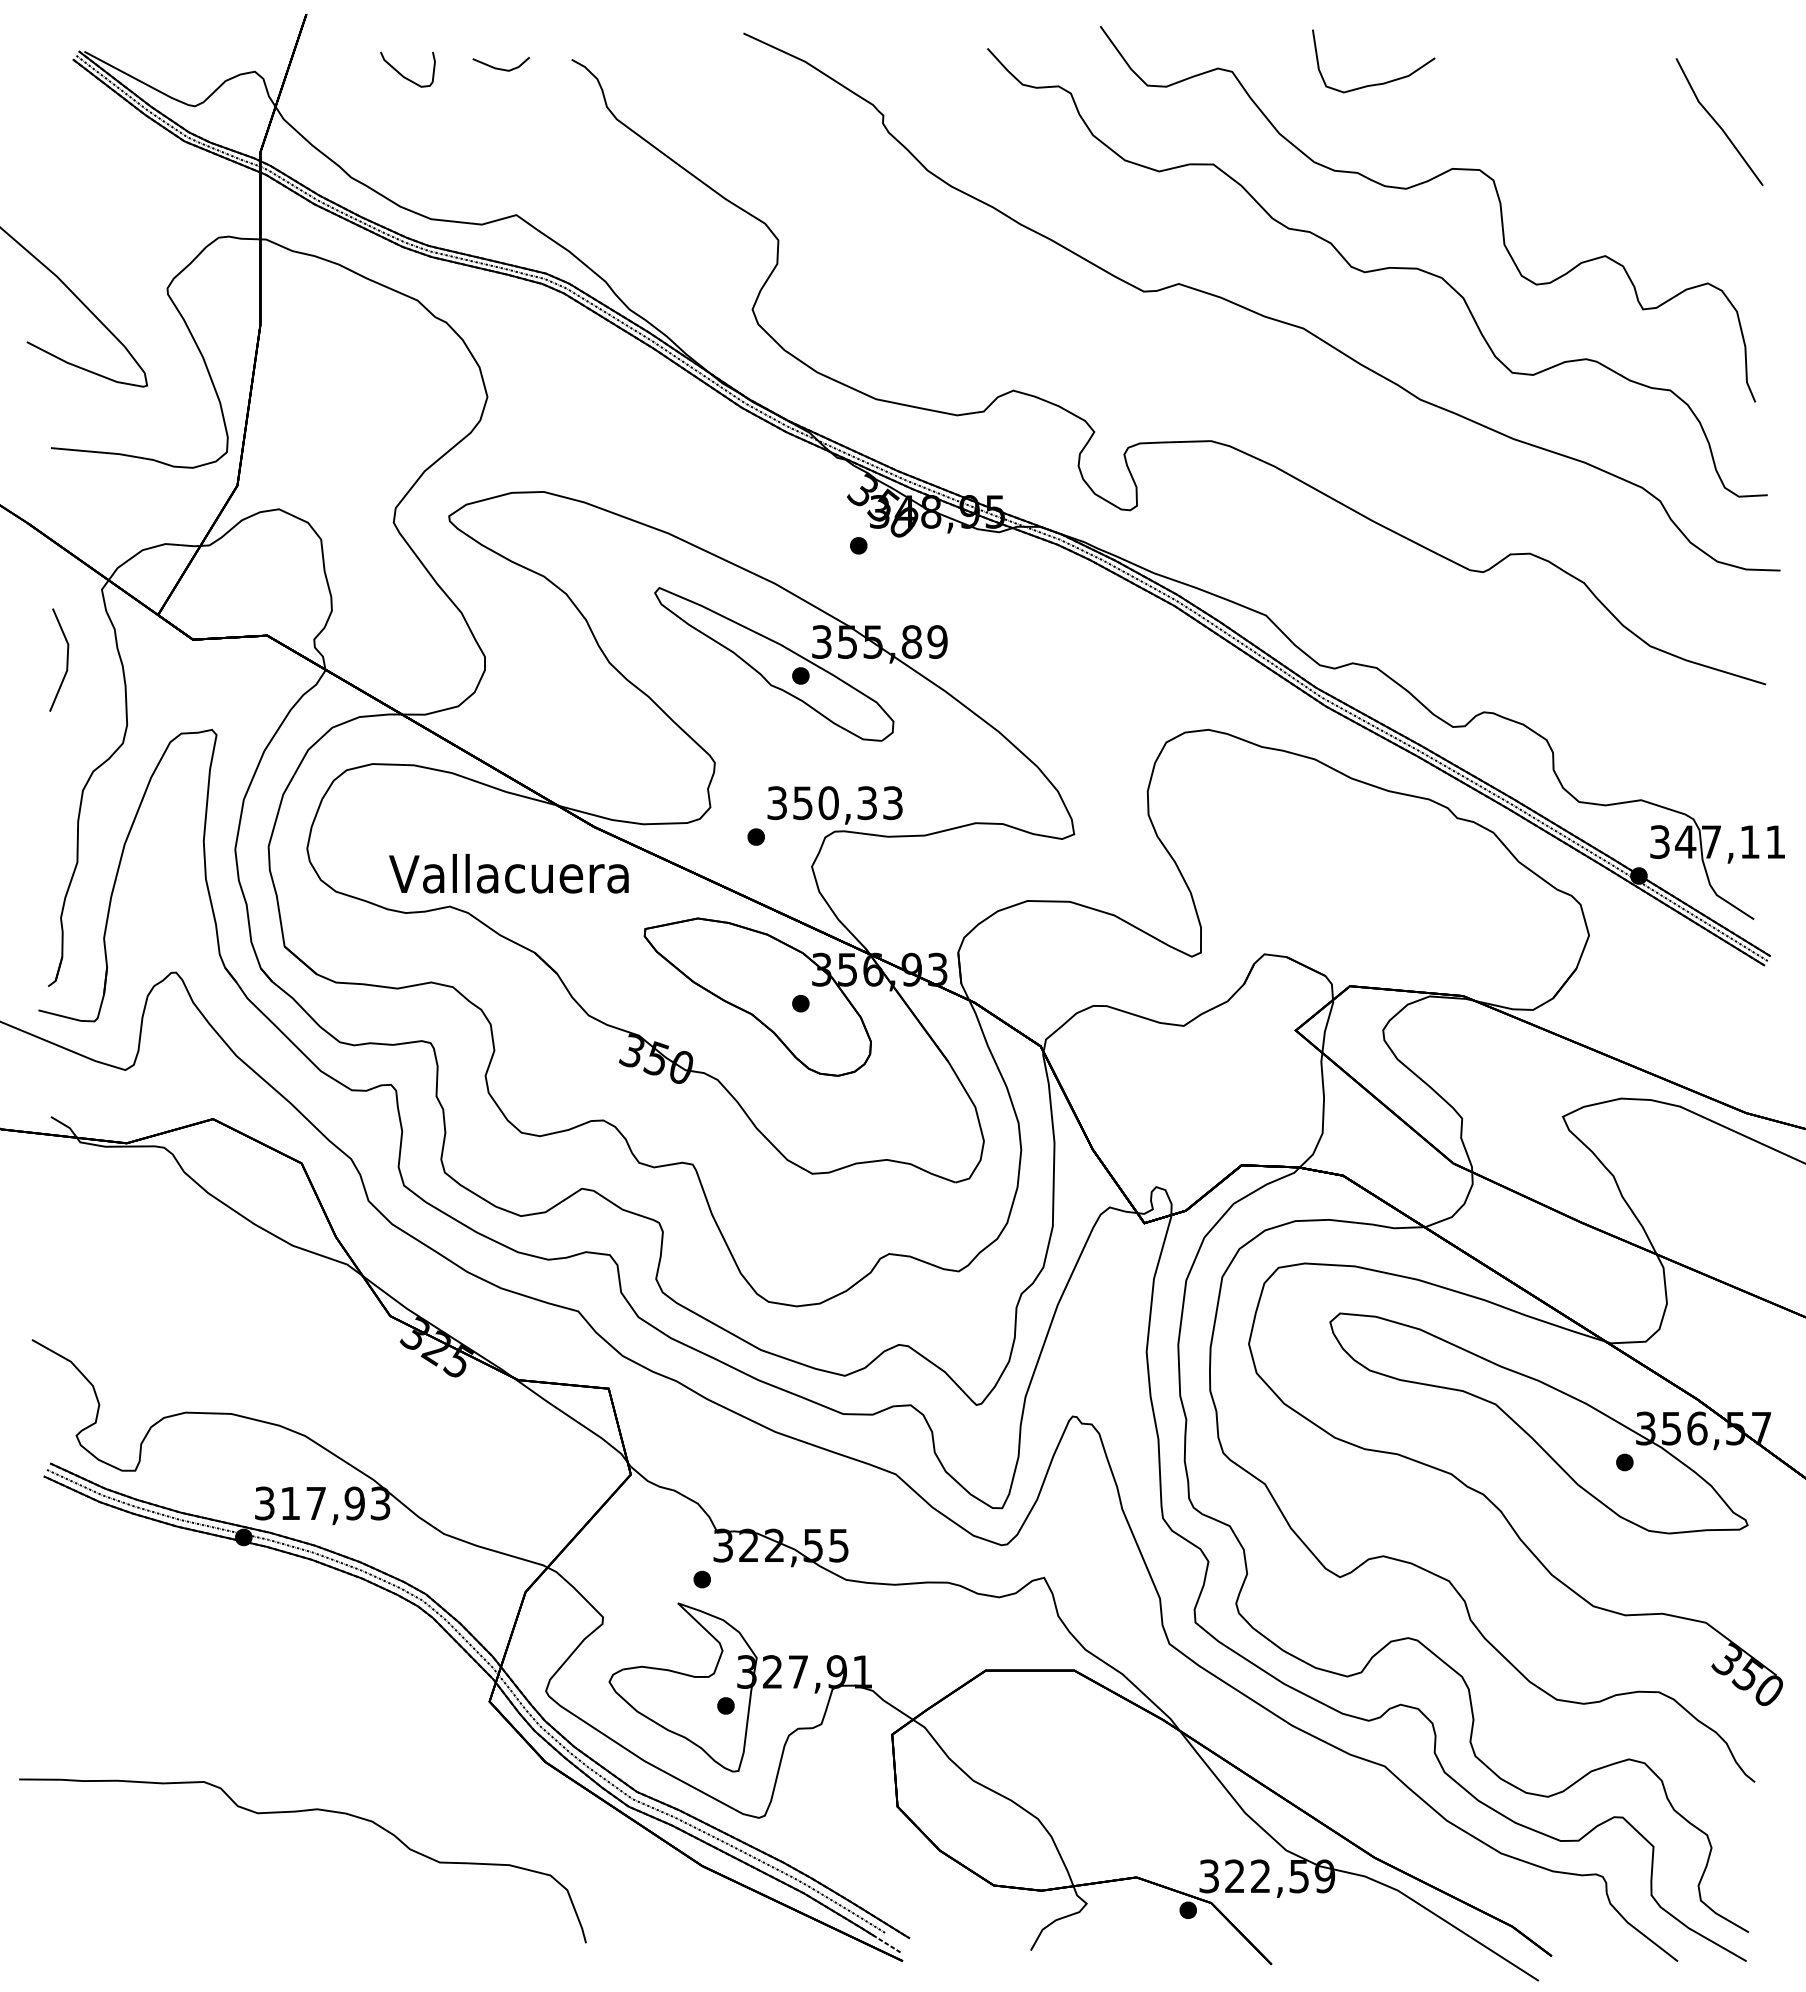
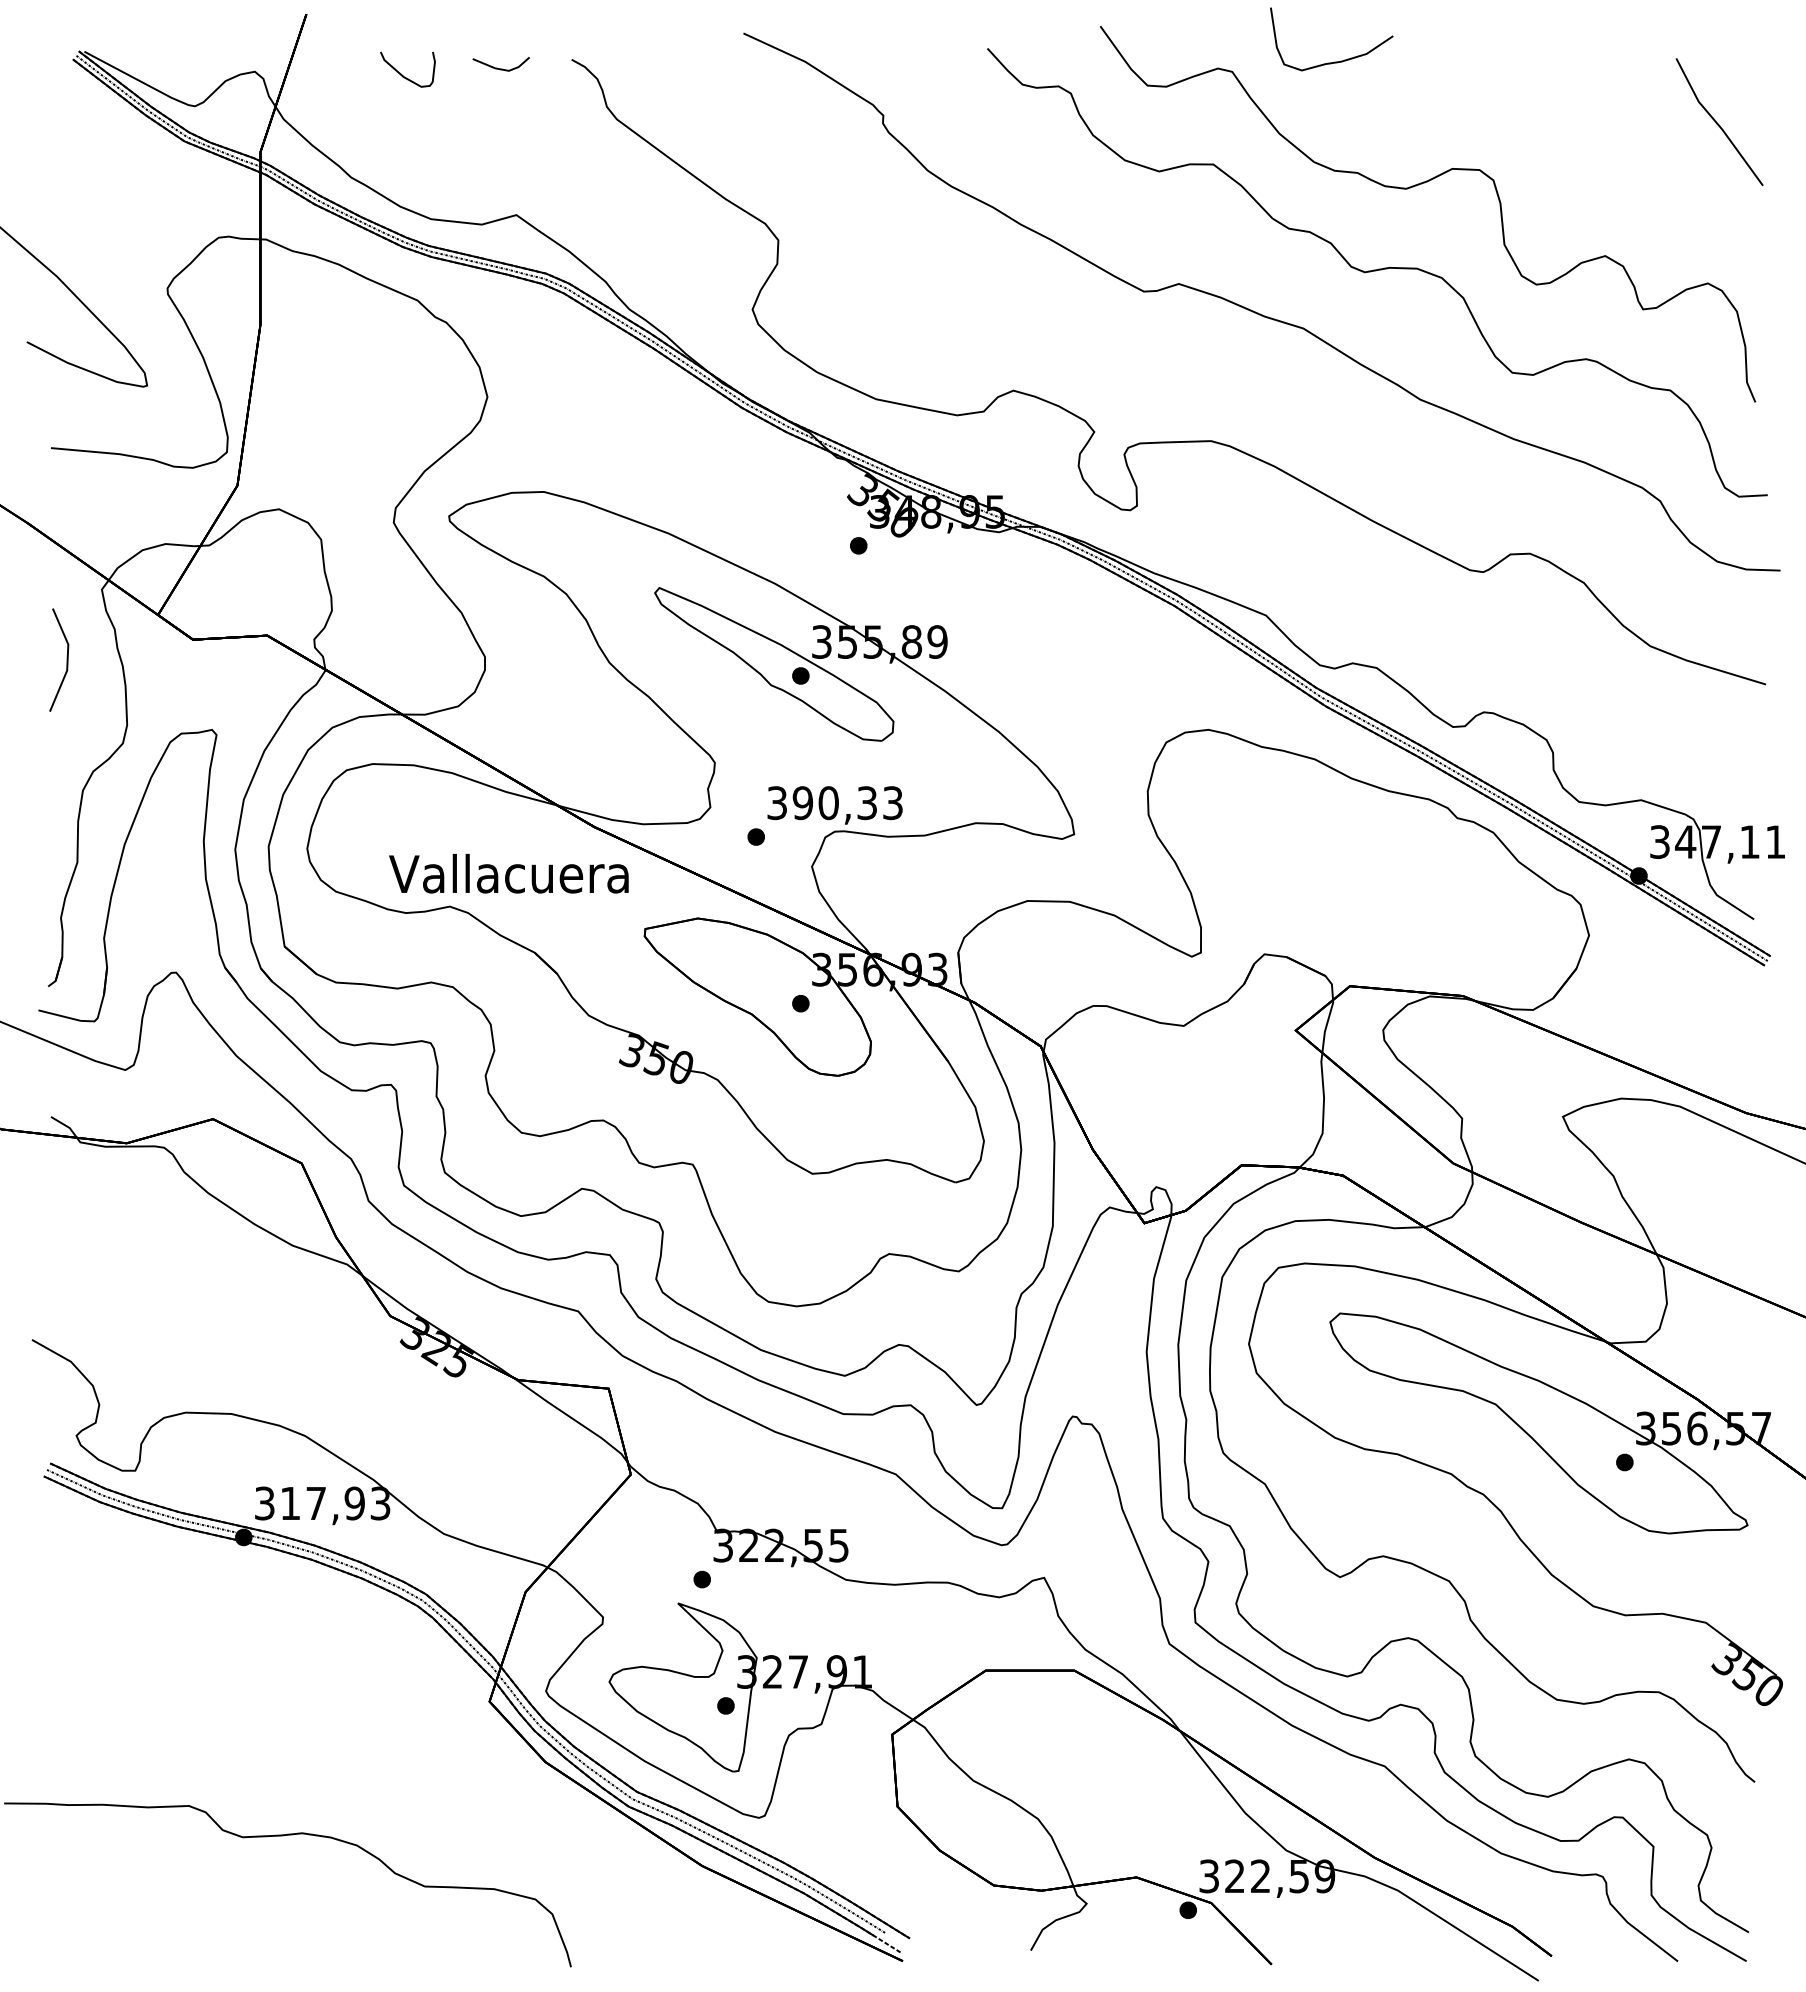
curve at (1376, 83) position: (1376, 83) -> (1334, 61)
text at (802, 802): 350,33 -> 390,33
part at (298, 1812) position: (298, 1812) -> (283, 1836)
